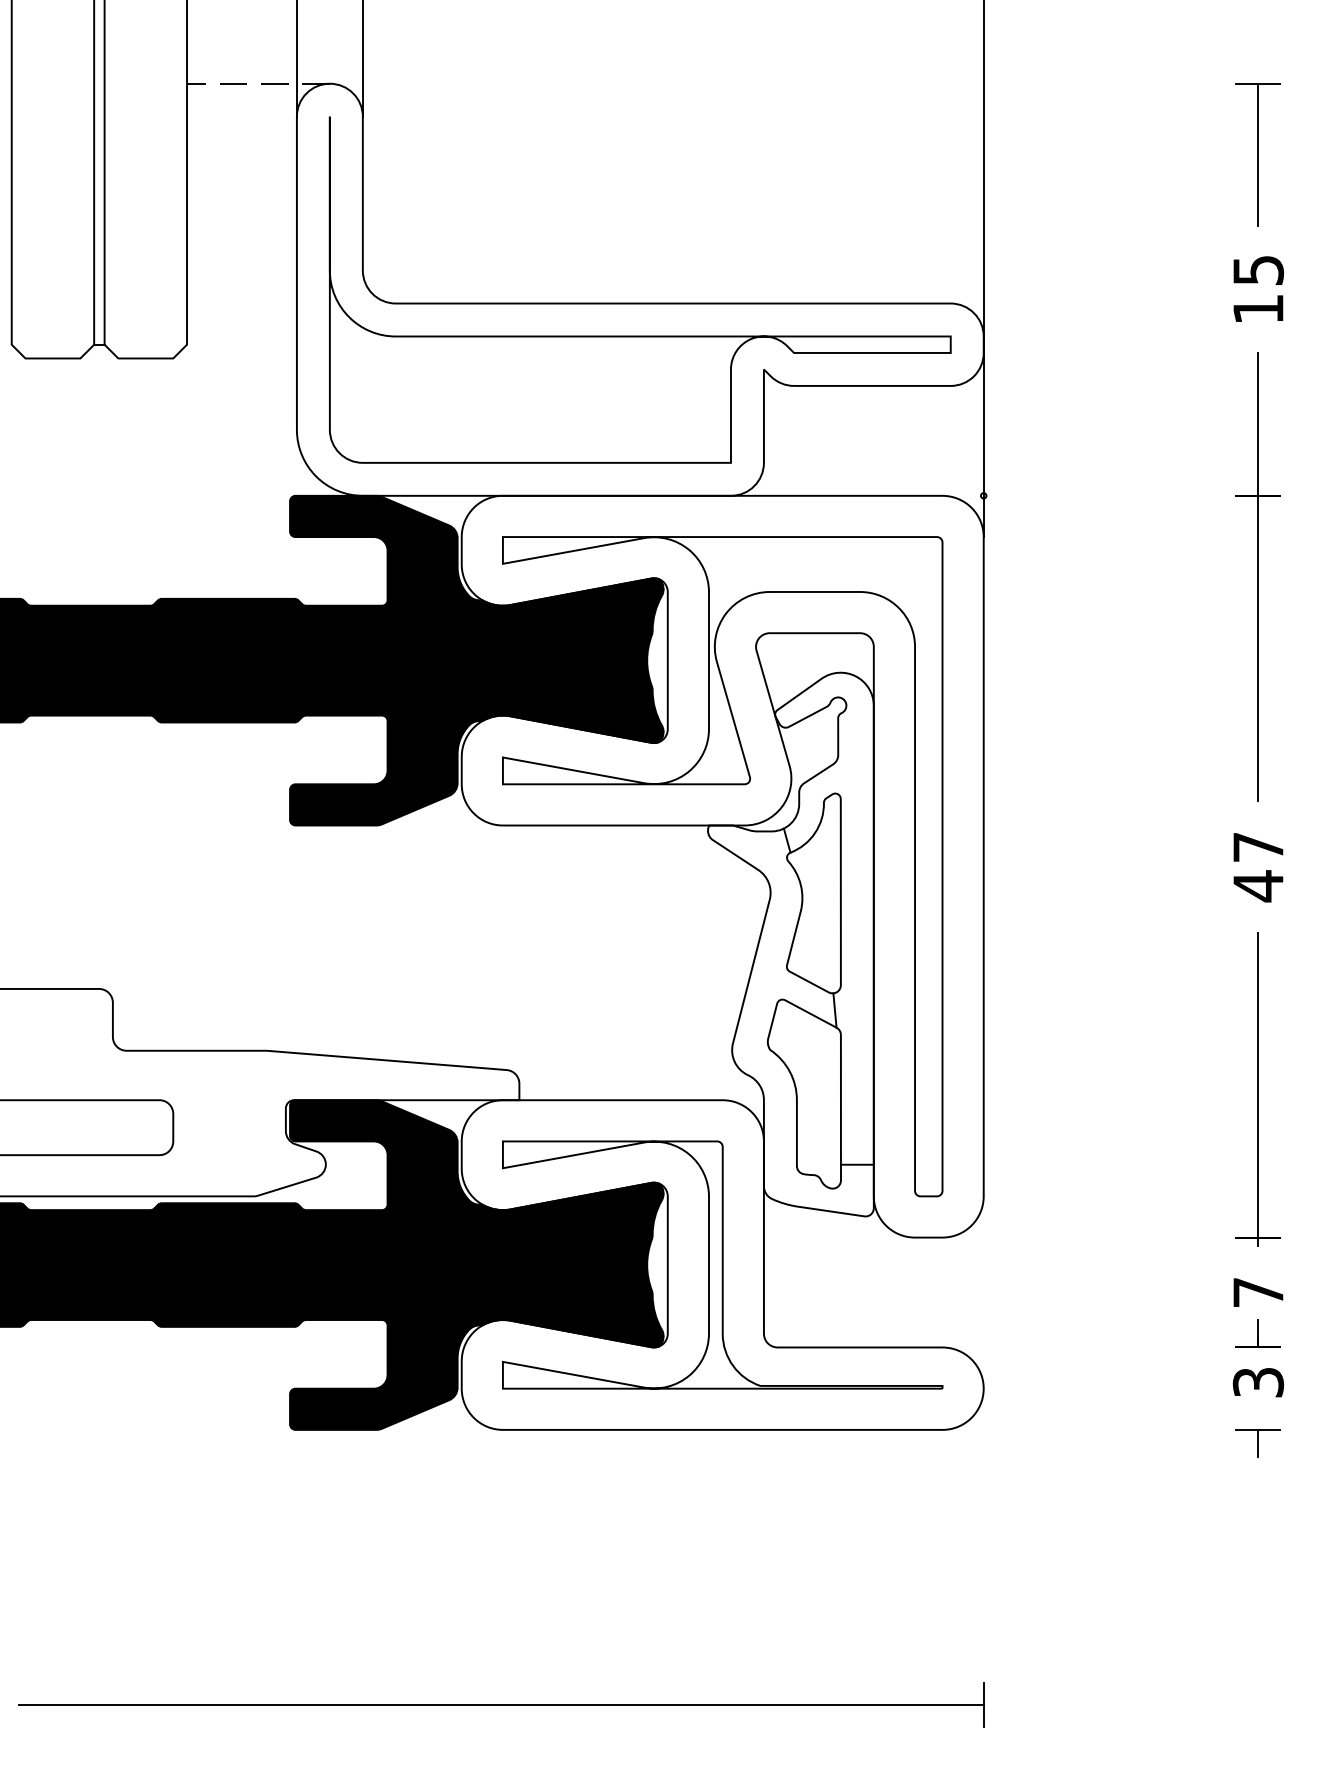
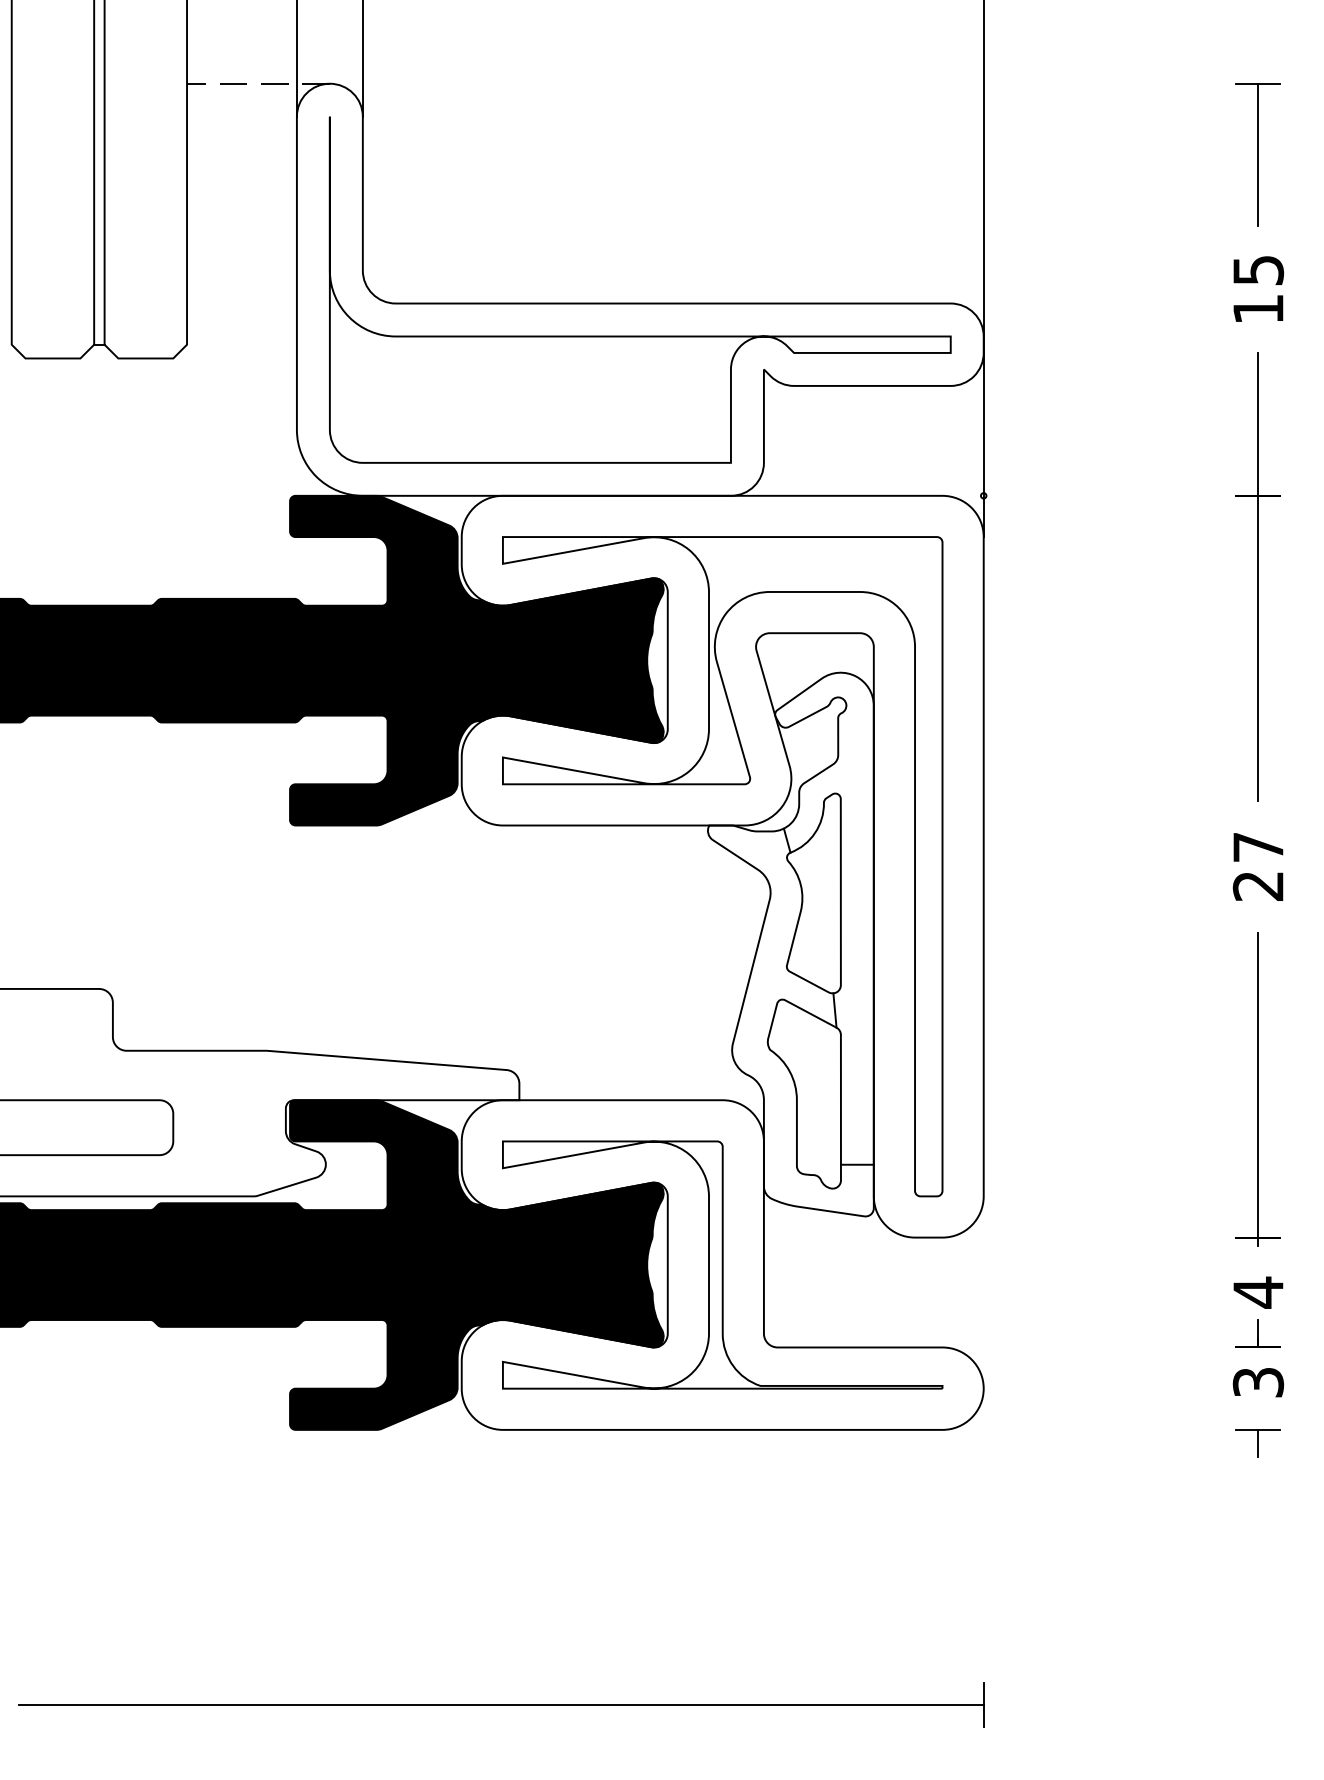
text at (1257, 886): 47 -> 27
text at (1258, 1292): 7 -> 4
